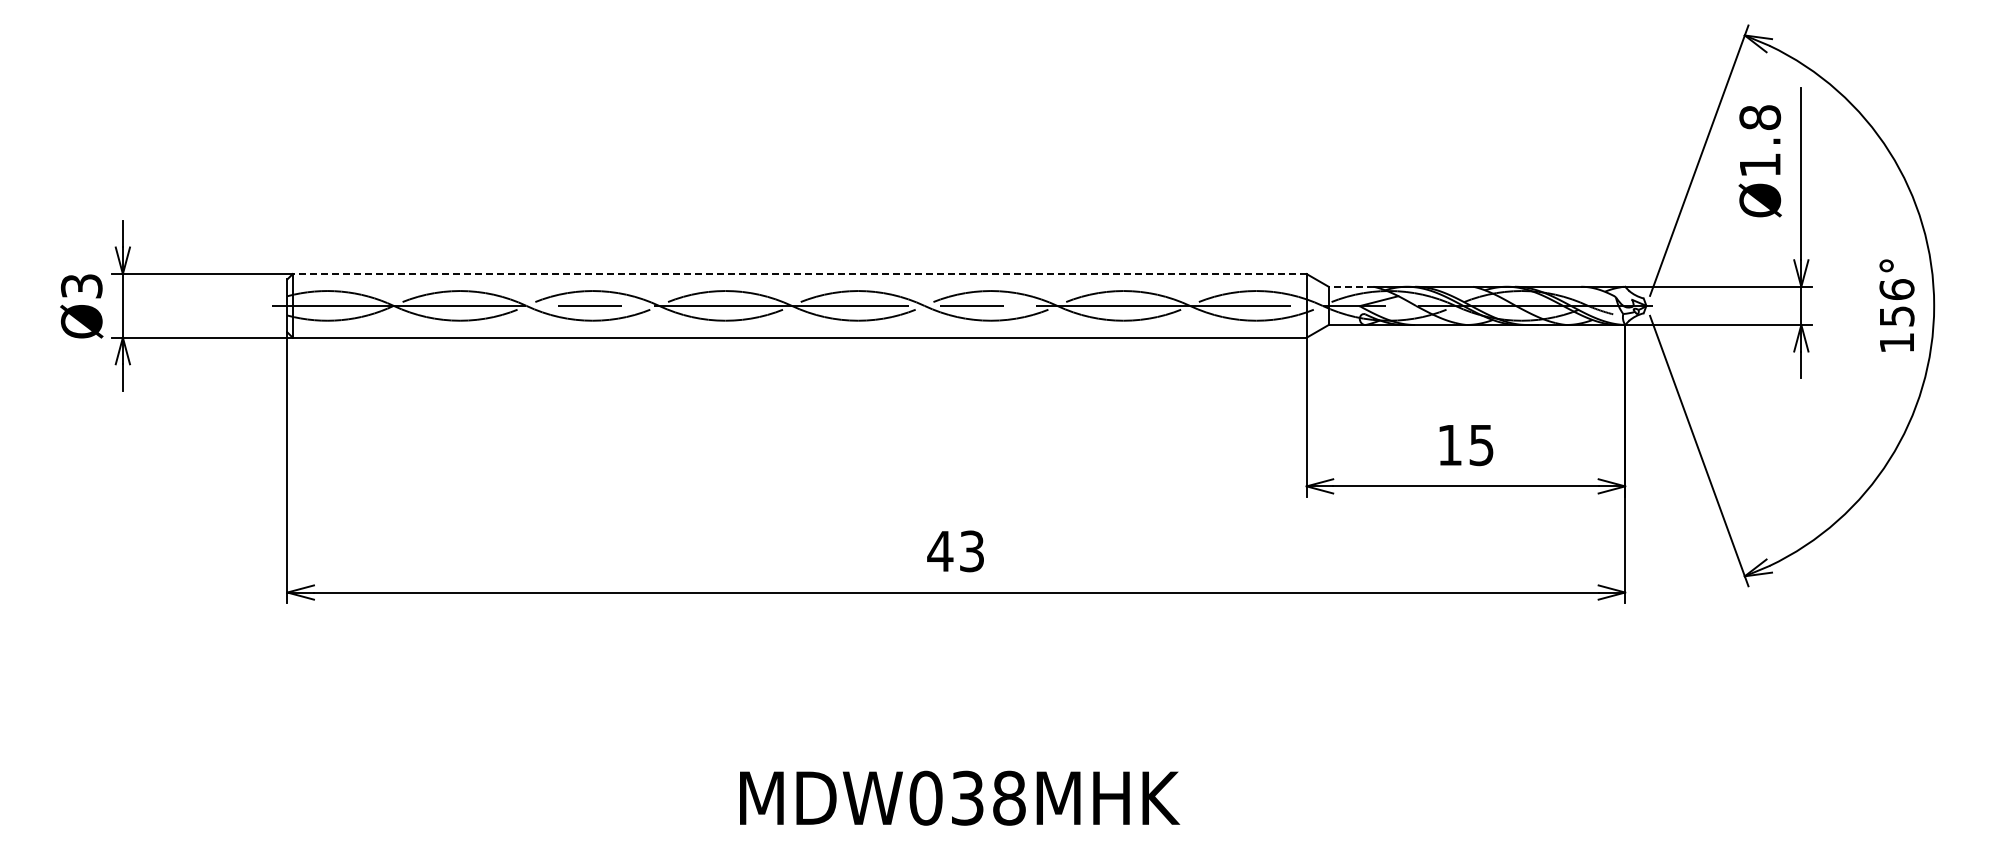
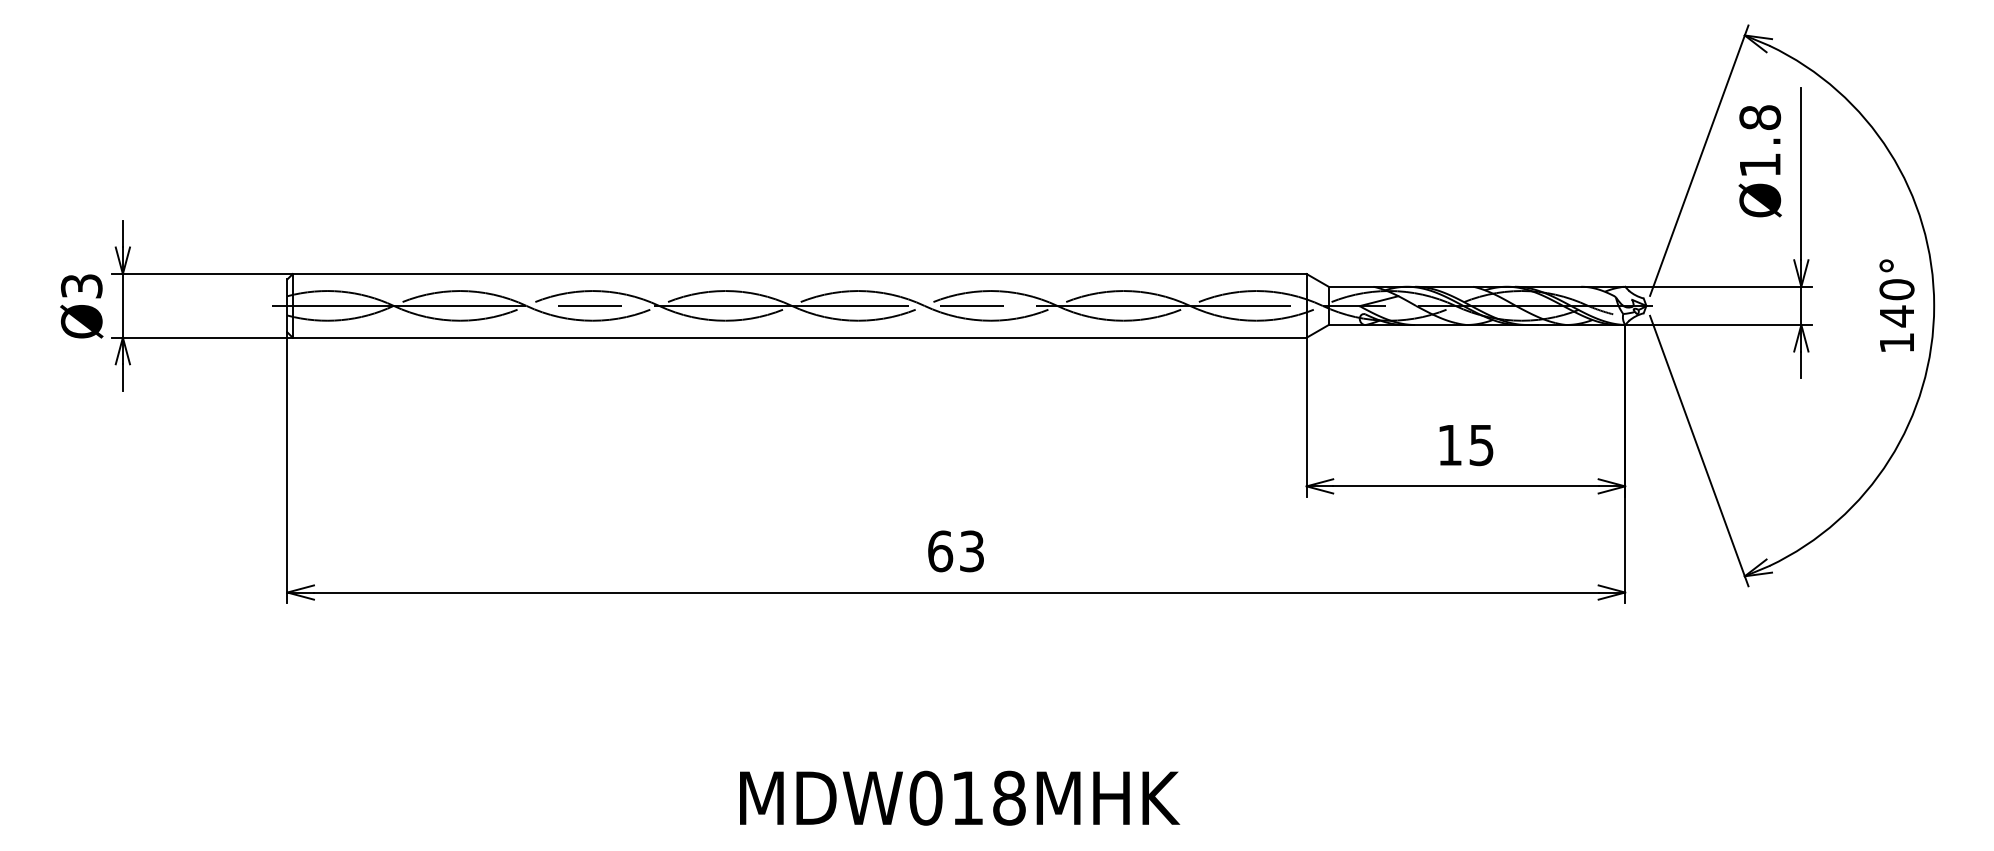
line at (799, 274): dashed -> solid
line at (1350, 286): dashed -> solid
text at (1896, 303): 156° -> 140°
text at (940, 551): 43 -> 63
text at (967, 797): MDW038MHK -> MDW018MHK
